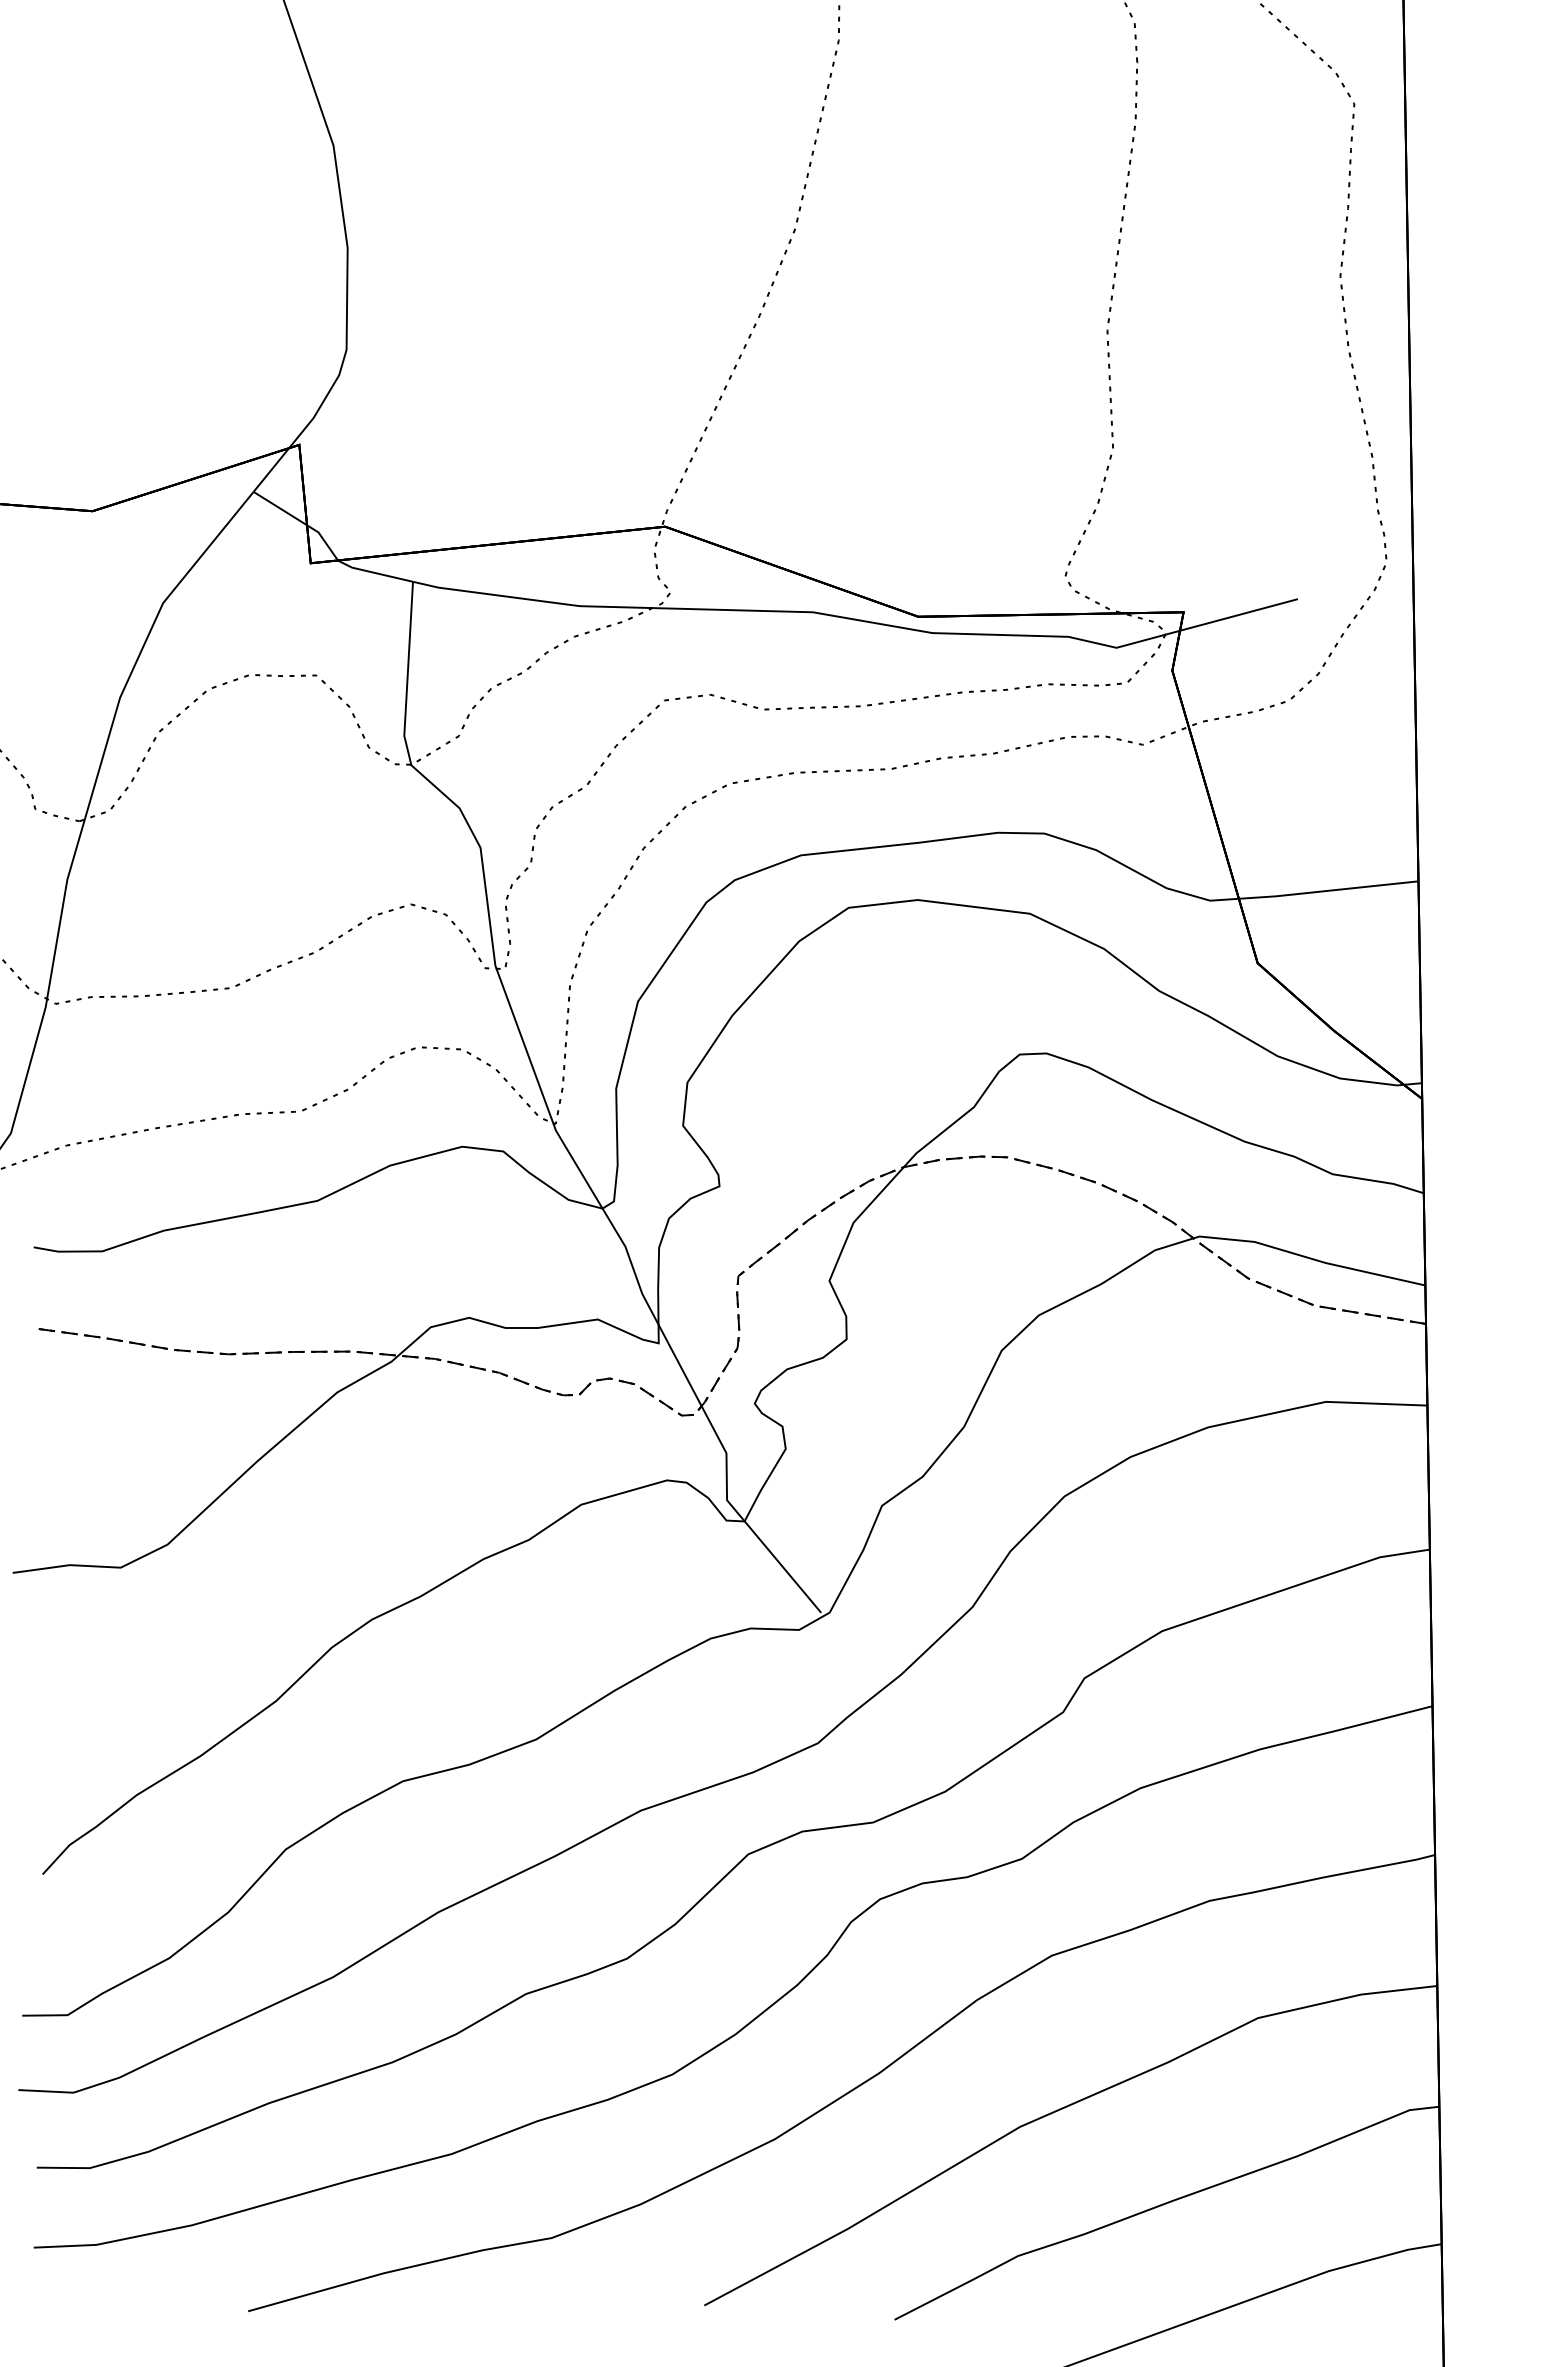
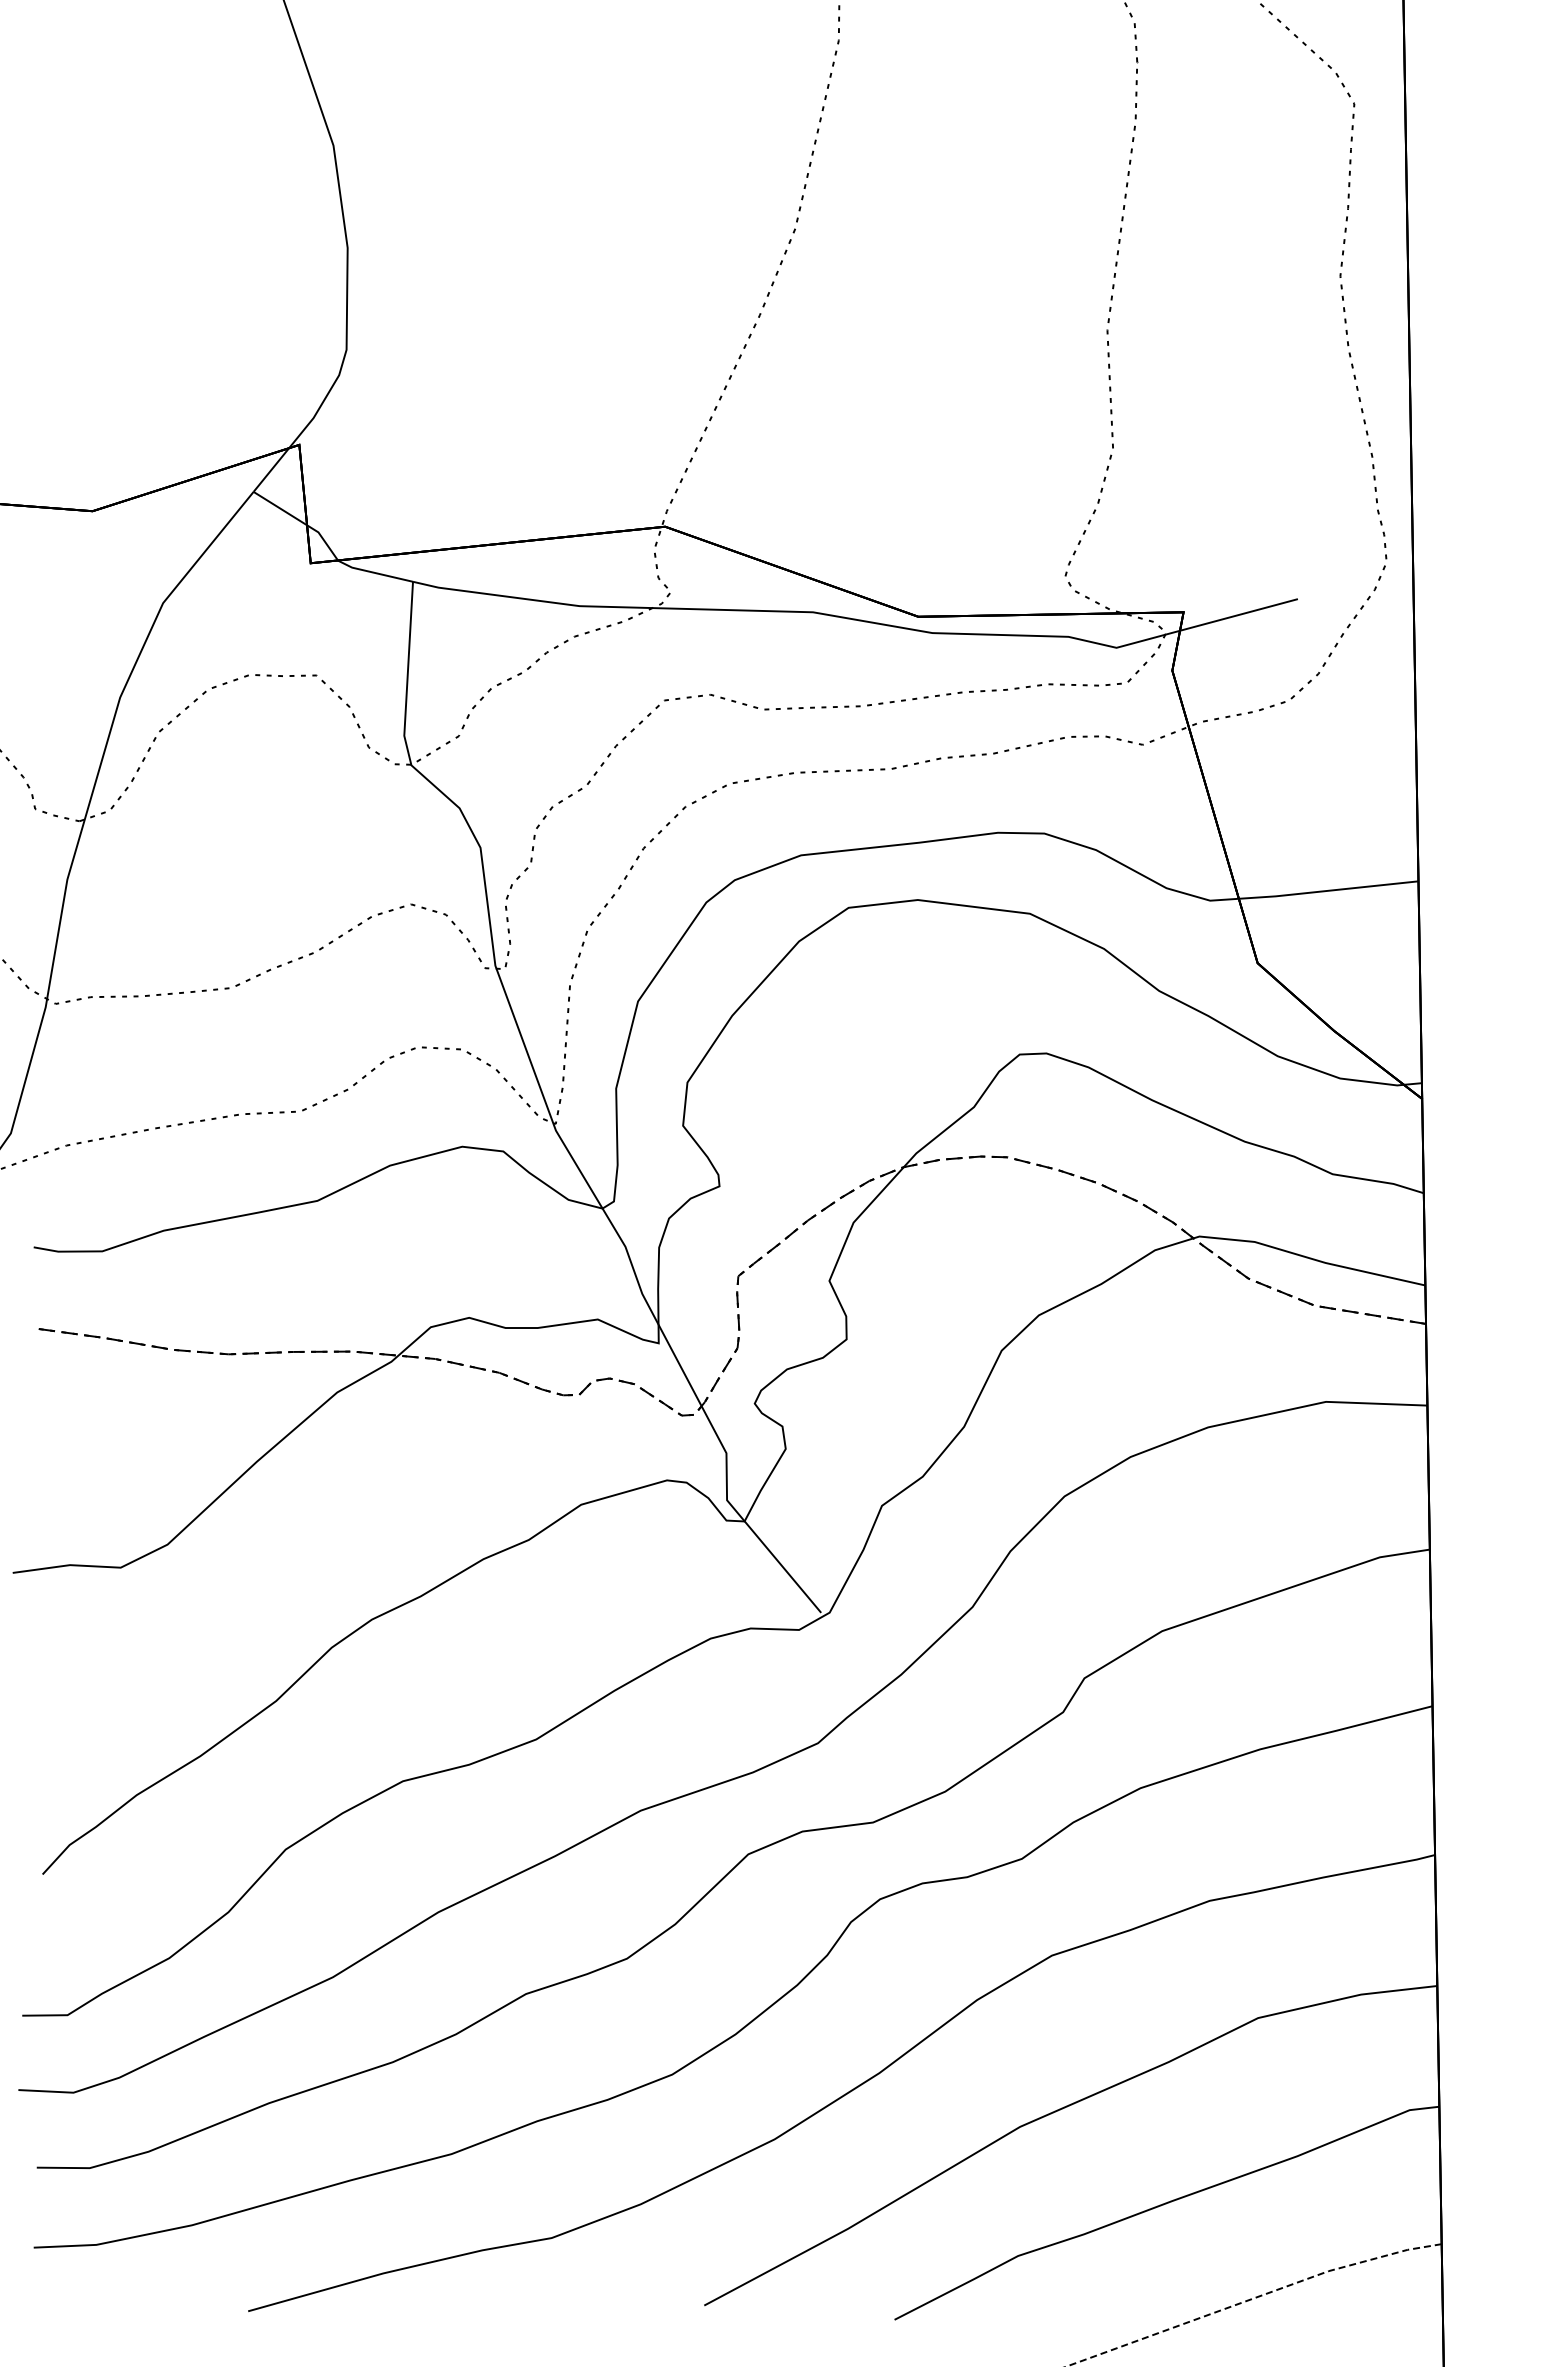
line at (1252, 2298): solid -> dashed
